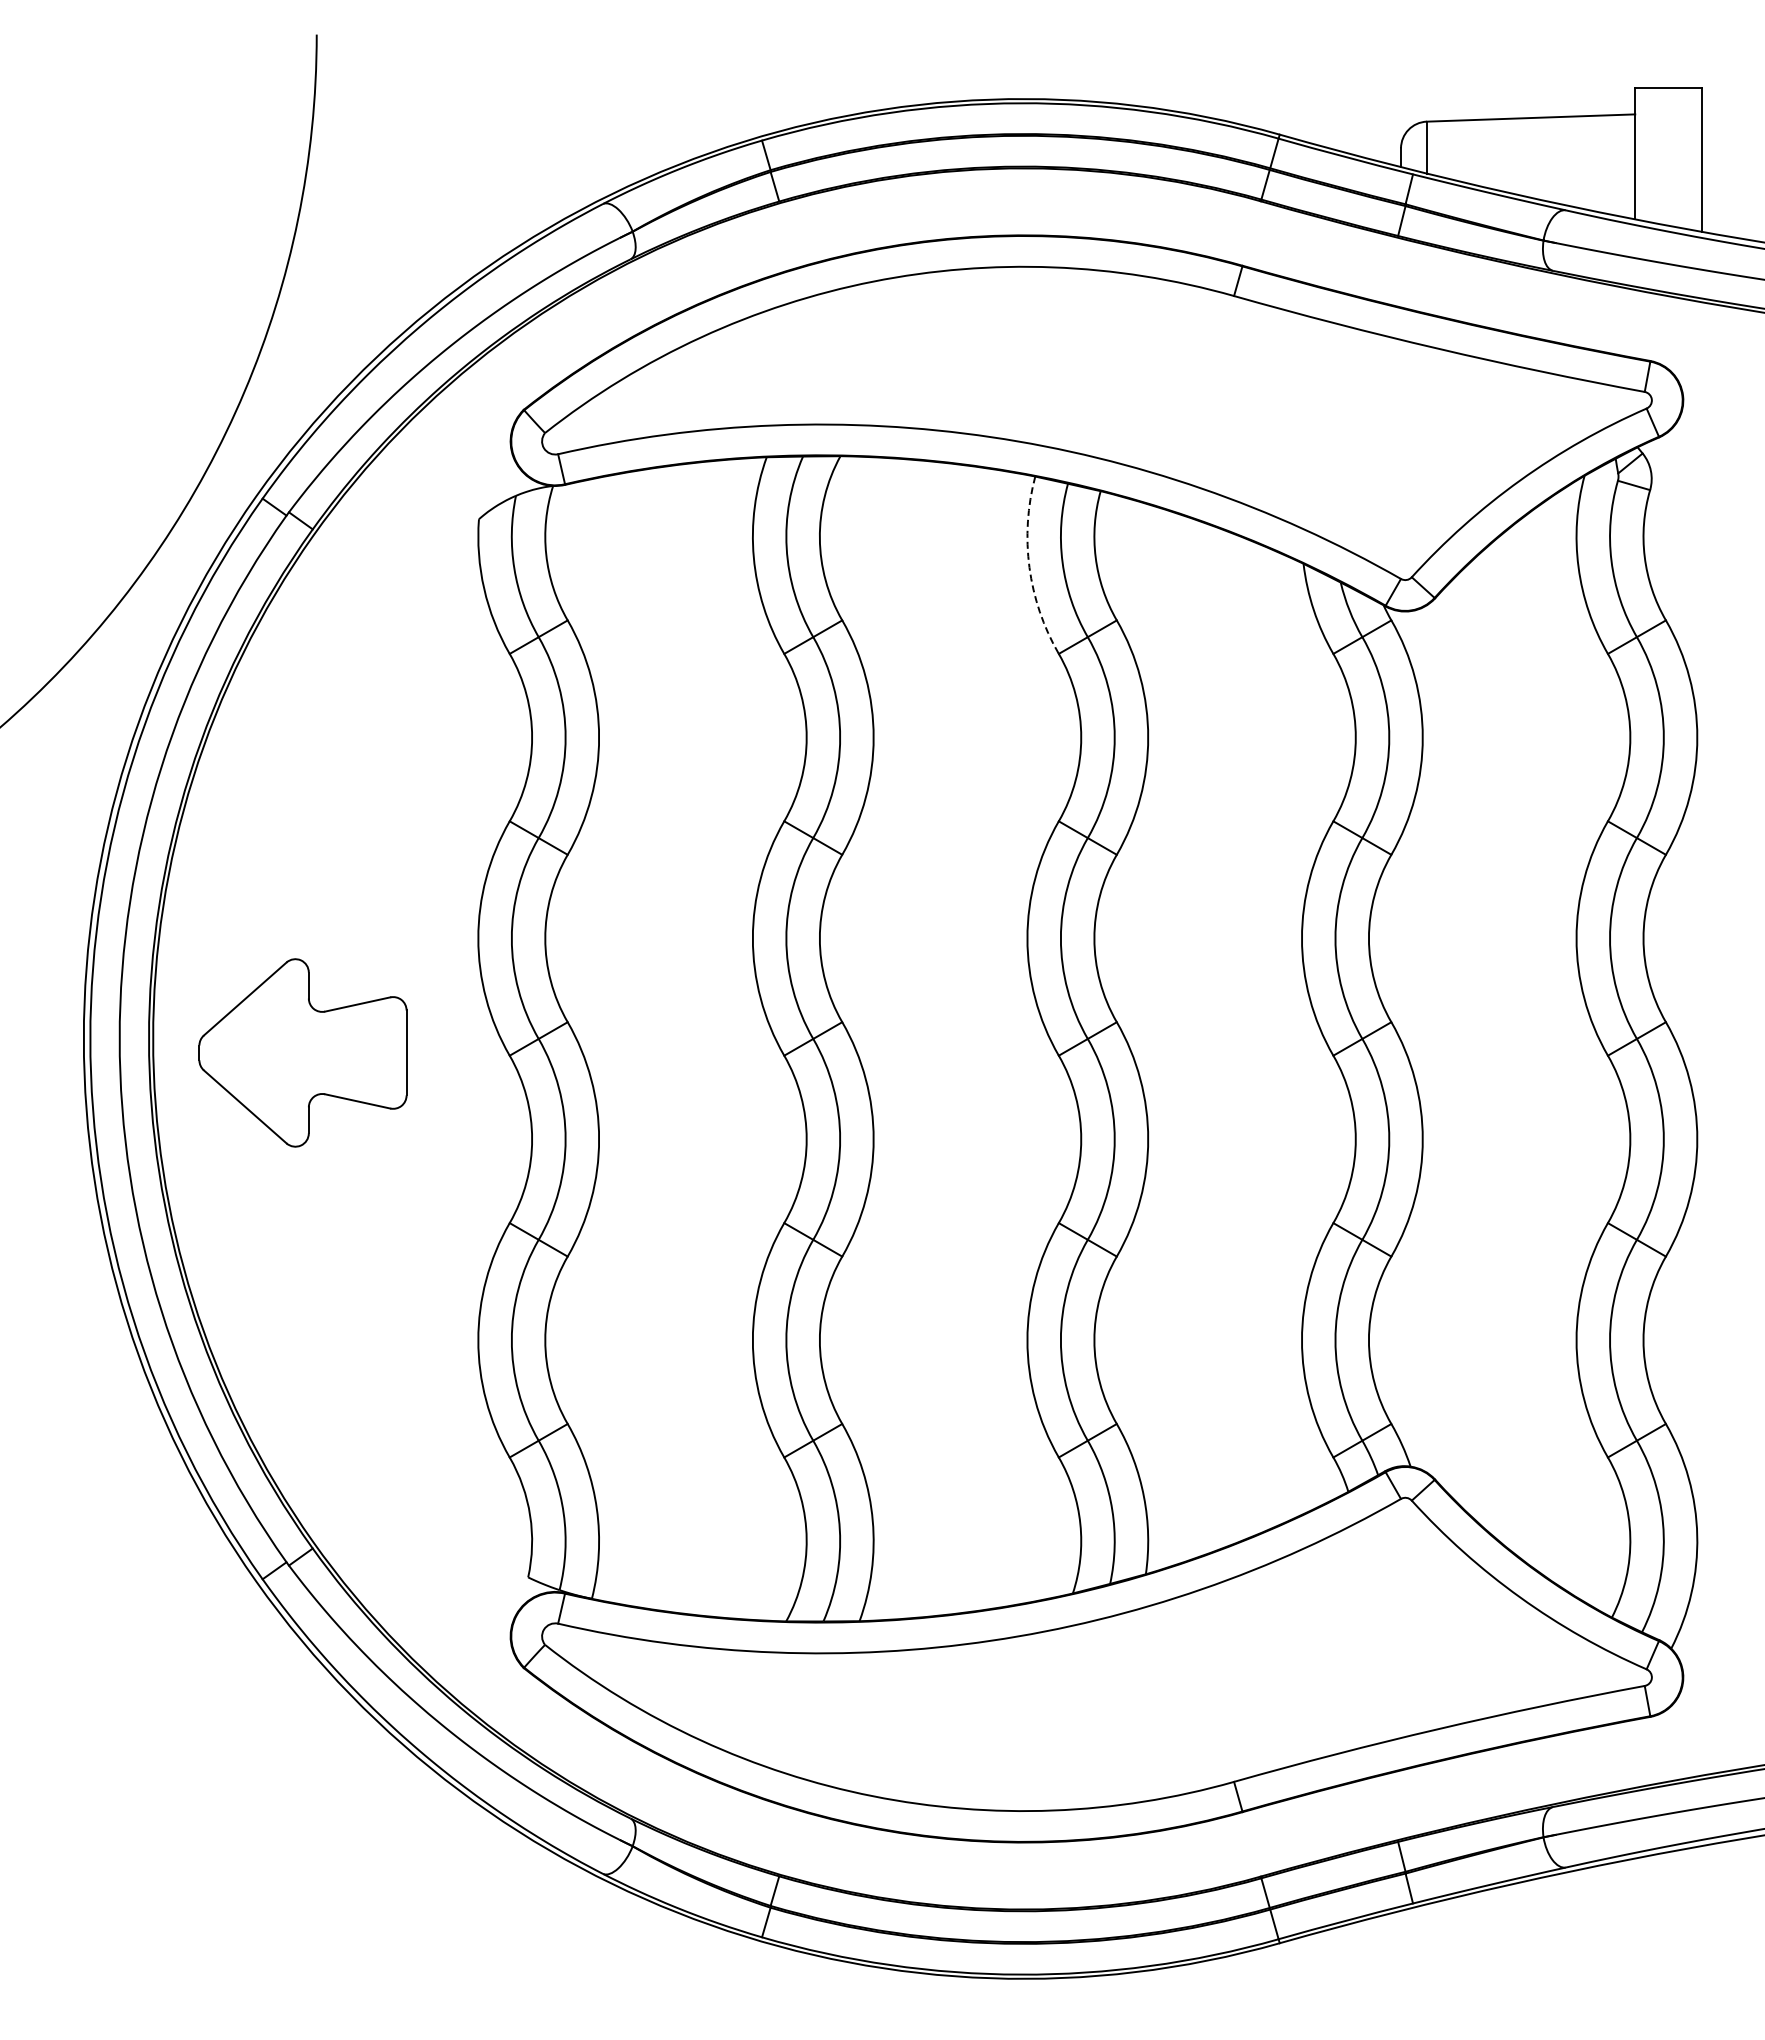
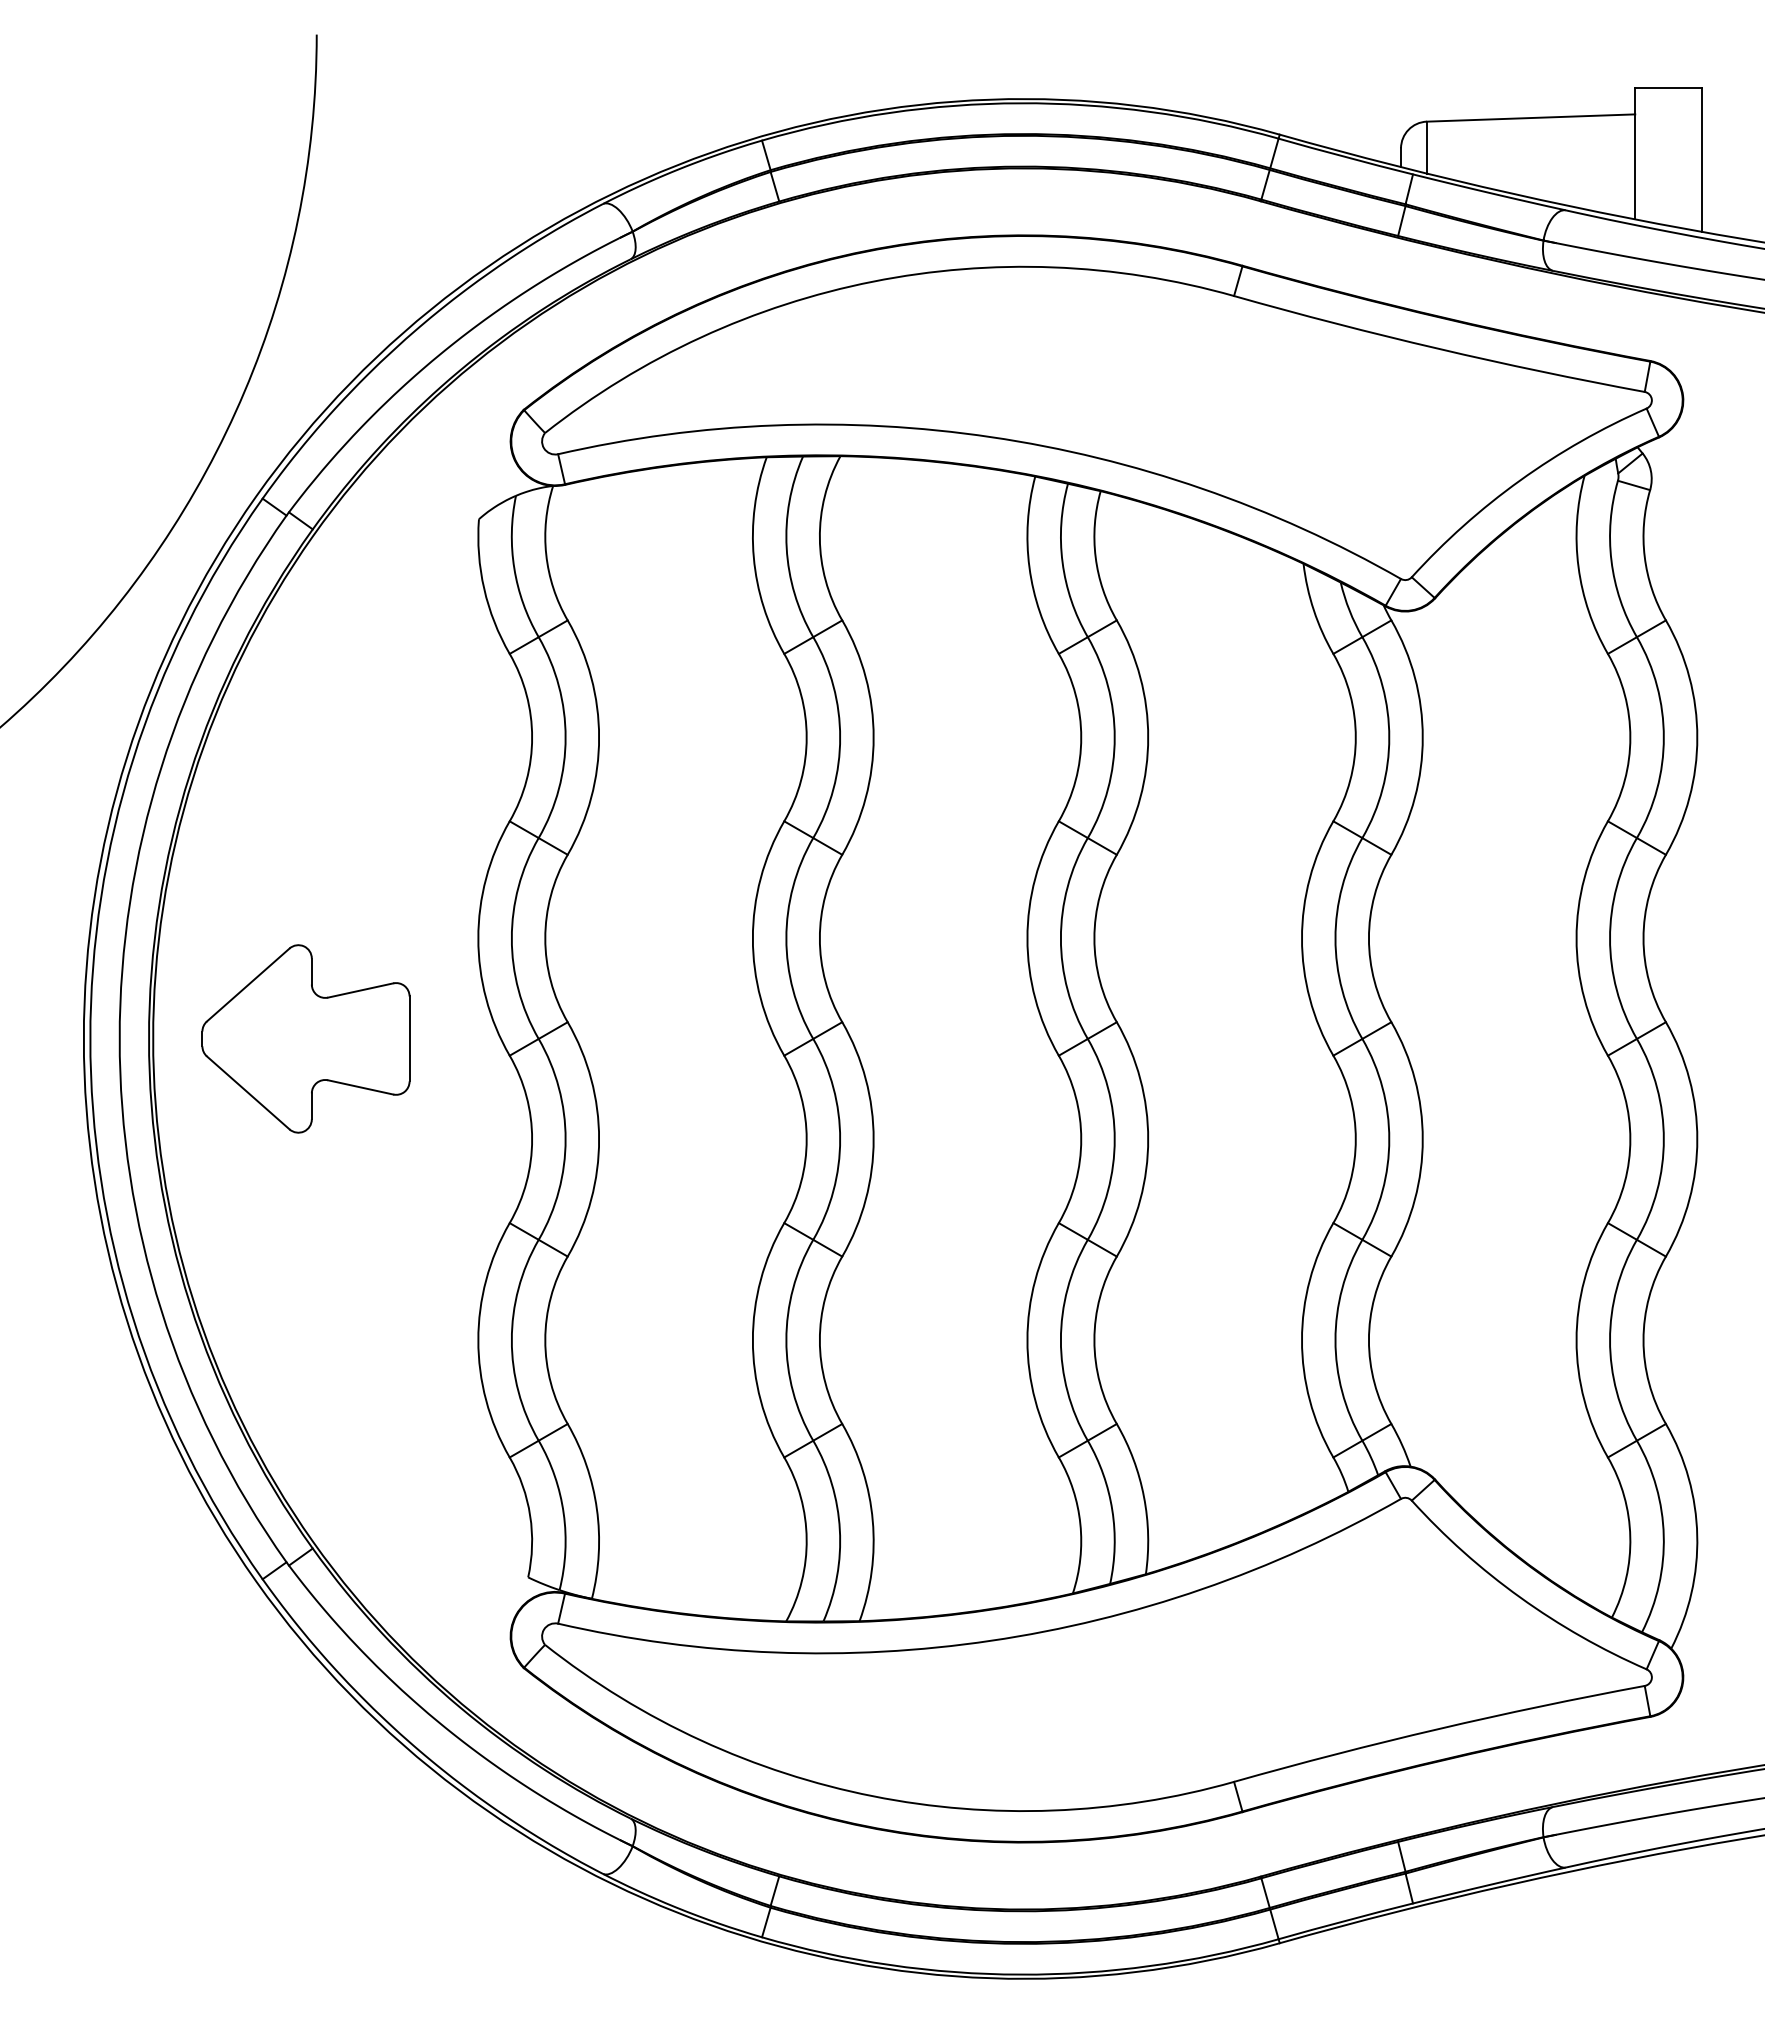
arc at (1029, 567): dashed -> solid
part at (302, 1052) position: (302, 1052) -> (305, 1038)
